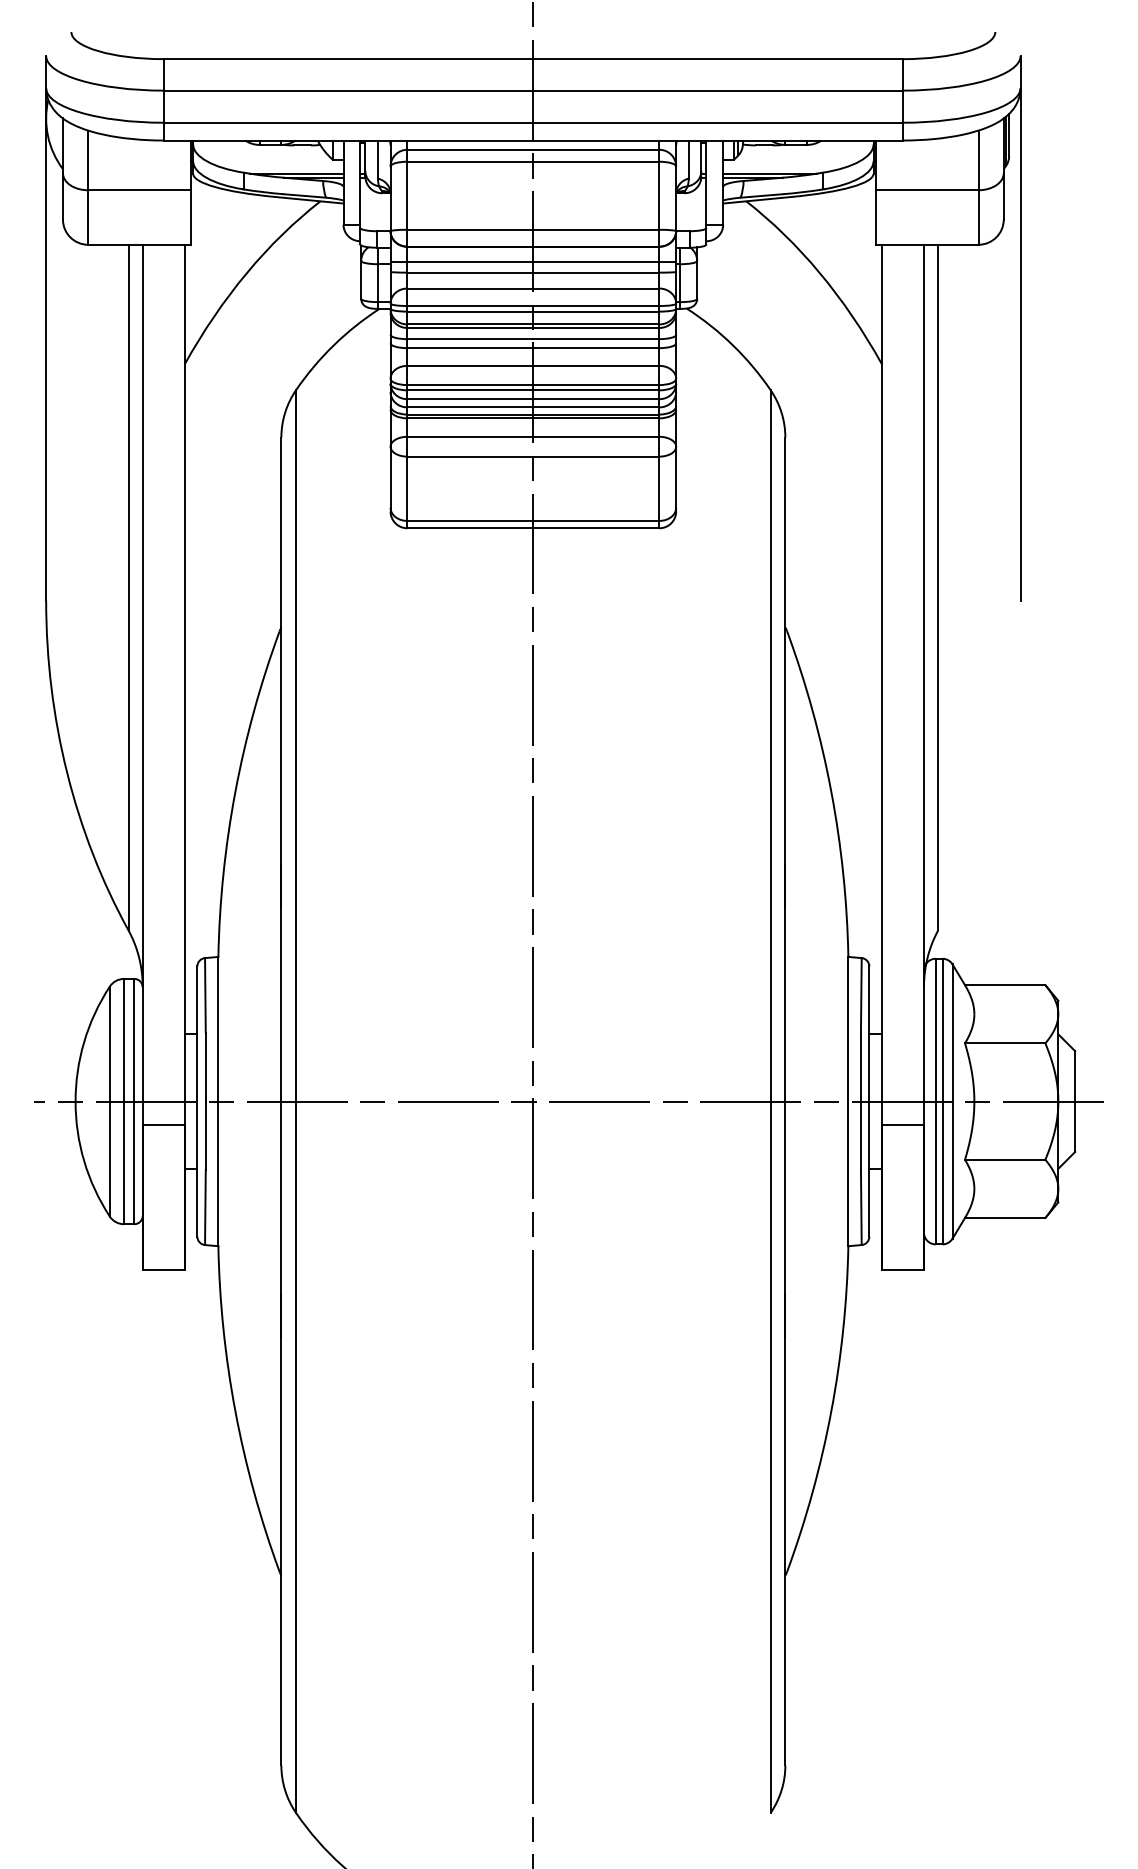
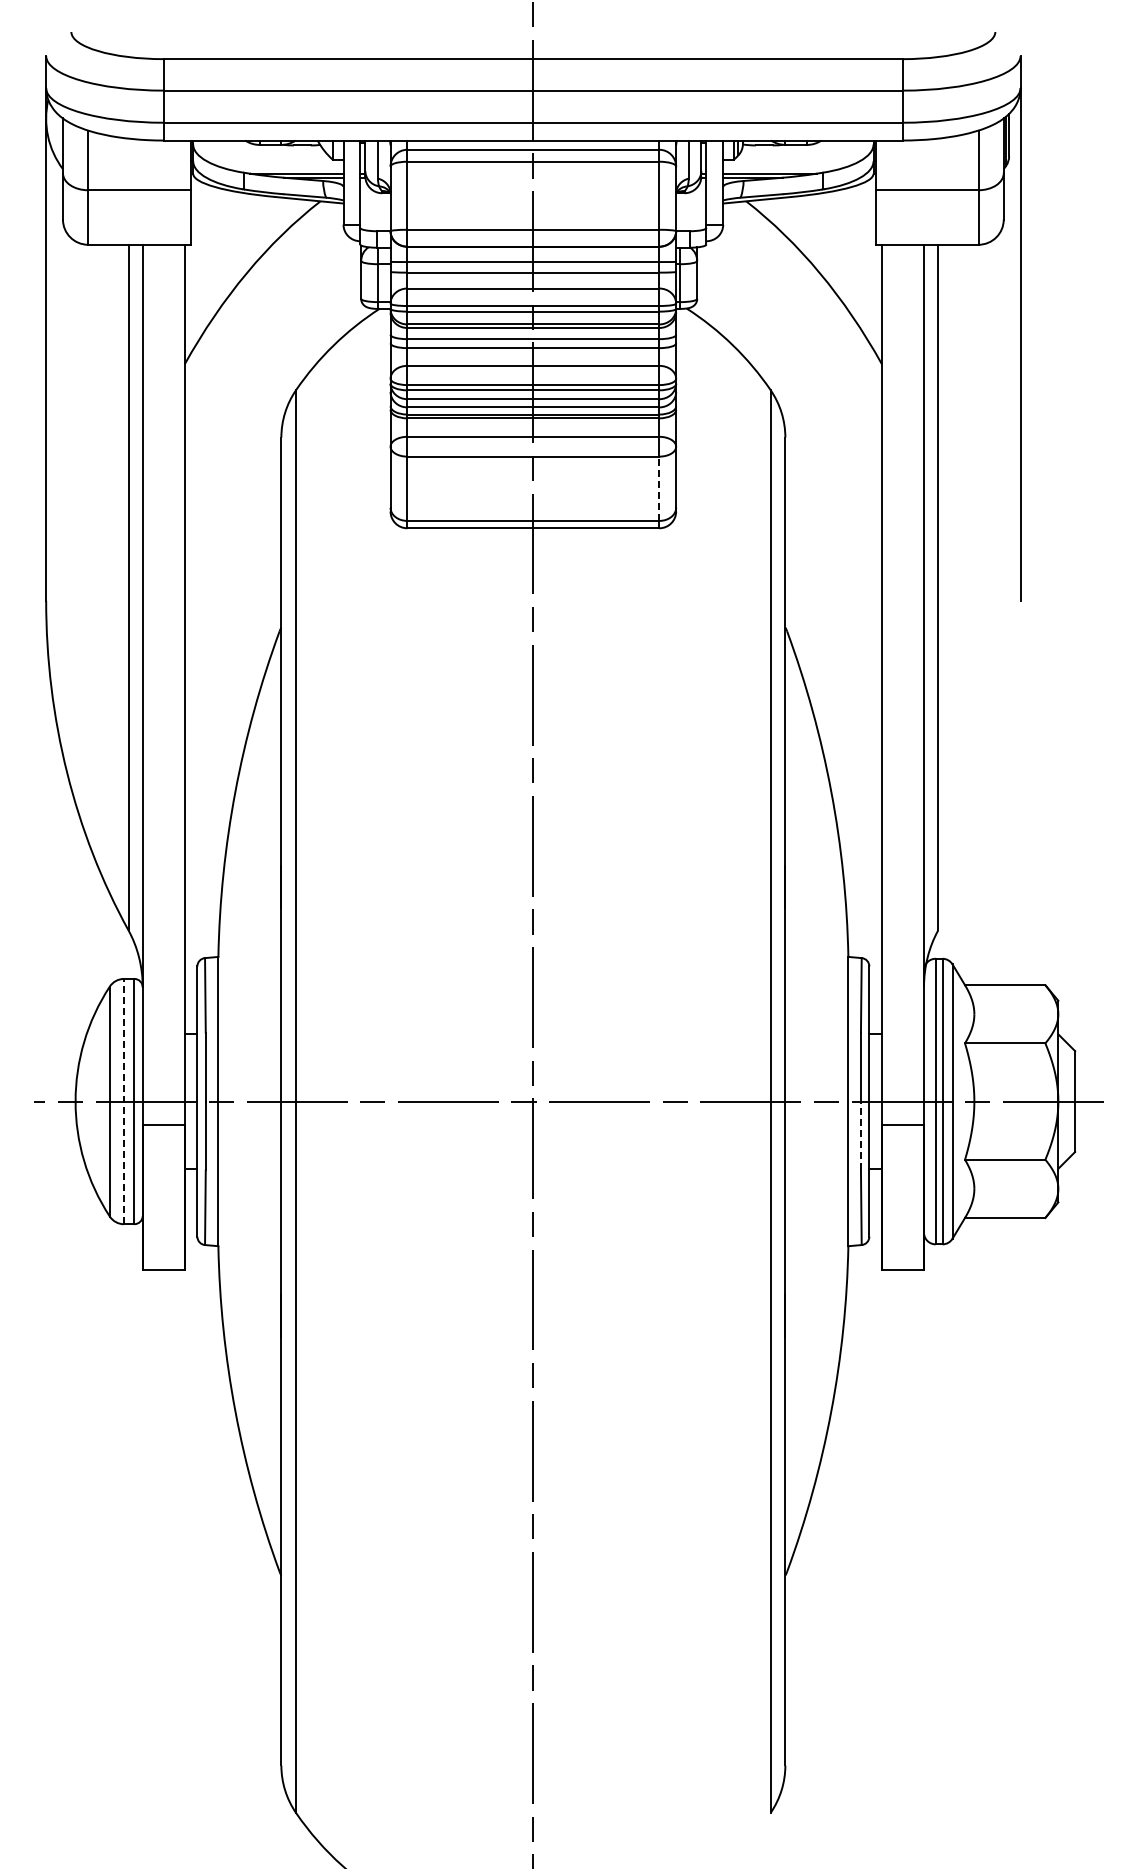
line at (659, 488): solid -> dashed
line at (123, 1101): solid -> dashed
line at (860, 1135): solid -> dashed
